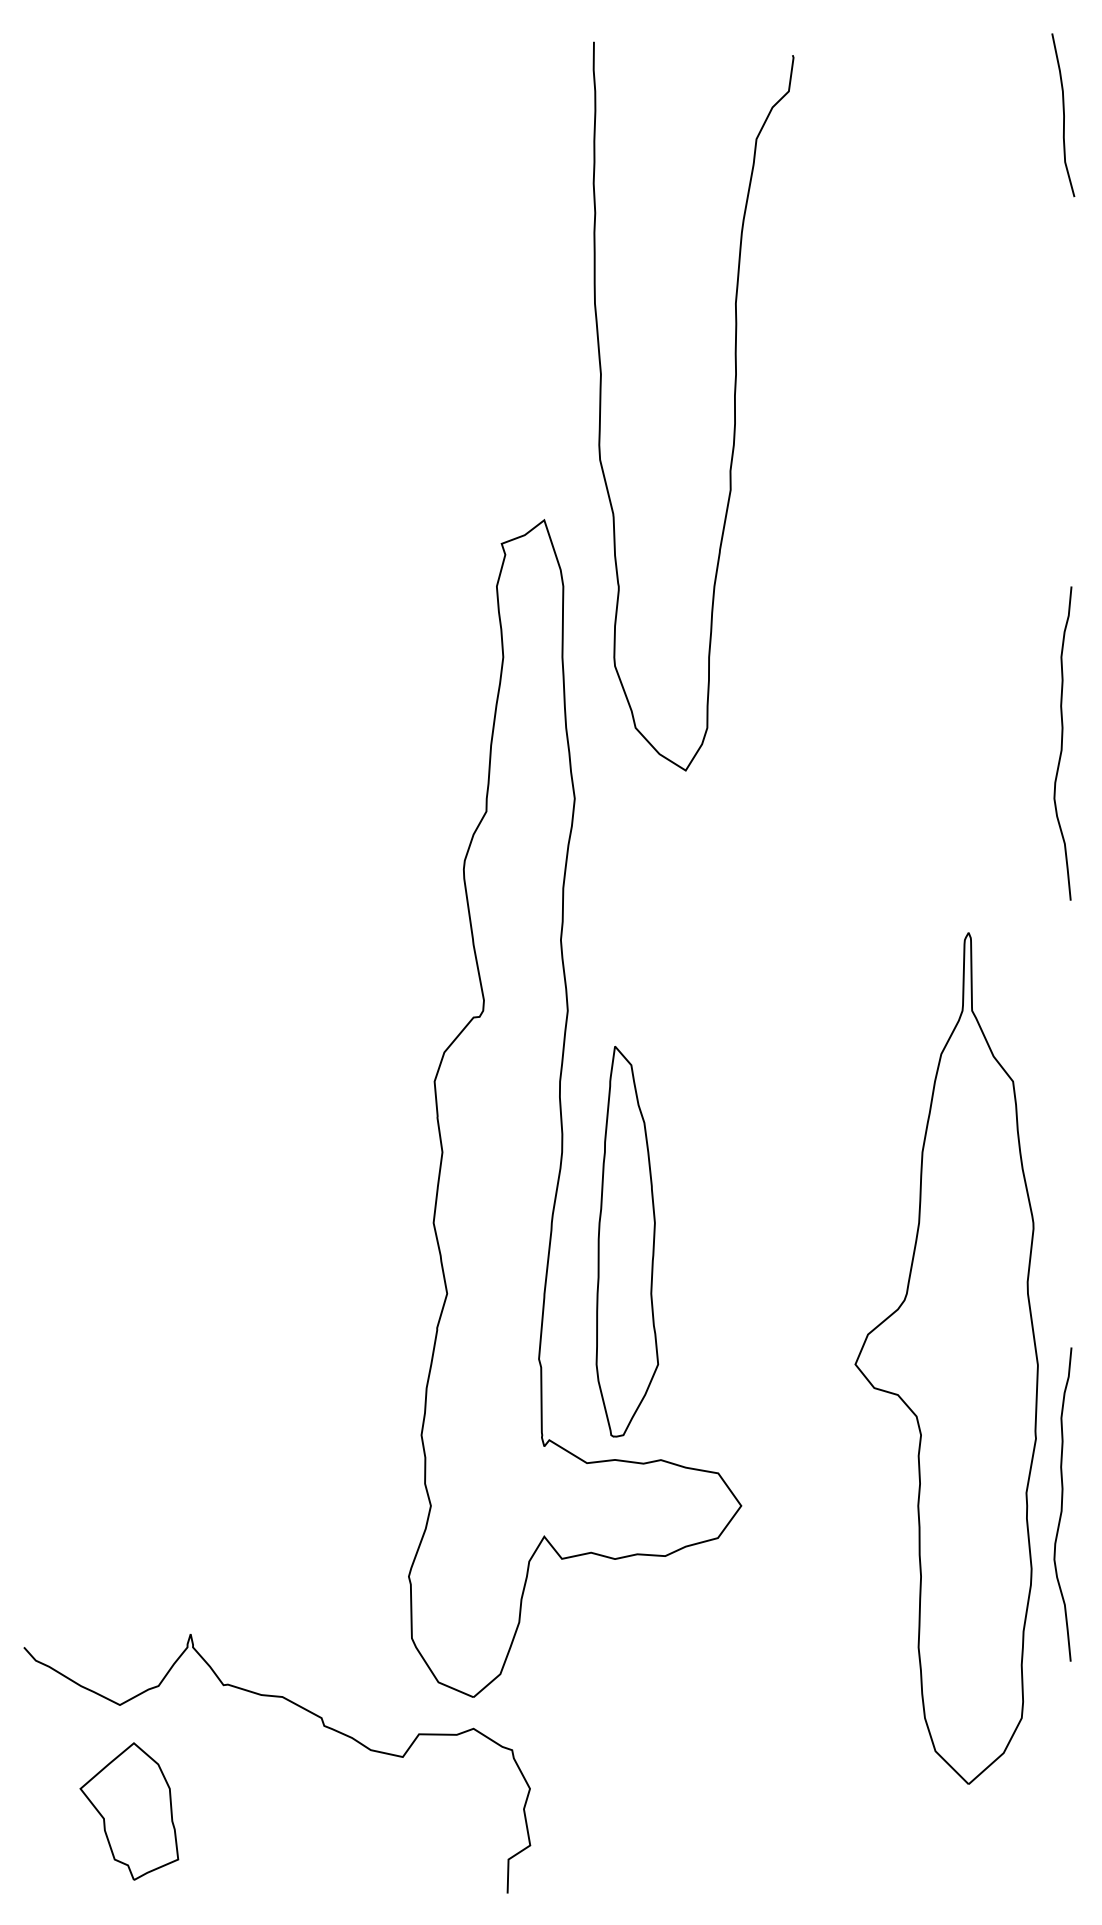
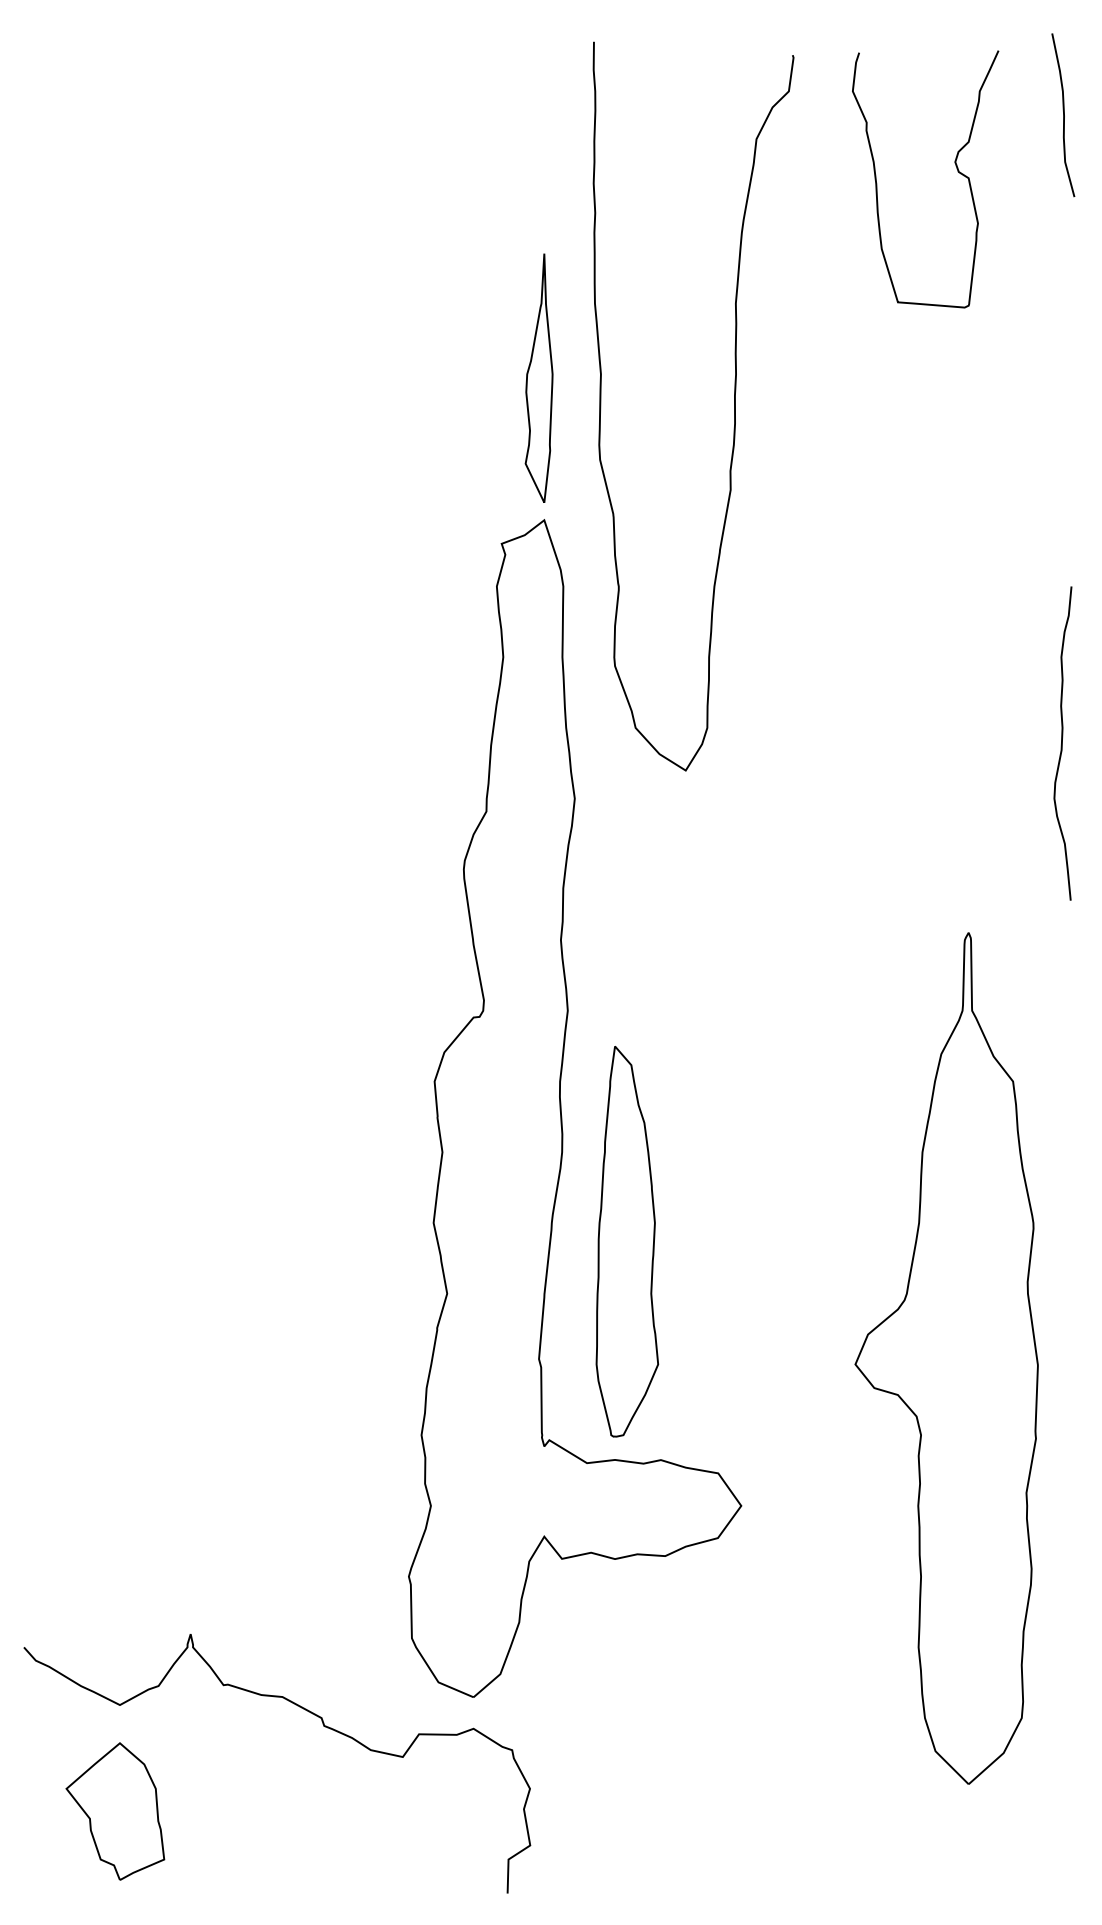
curve at (955, 166): none -> present
part at (538, 377): none -> present
curve at (1062, 1504): present -> none
part at (129, 1811) position: (129, 1811) -> (115, 1811)
